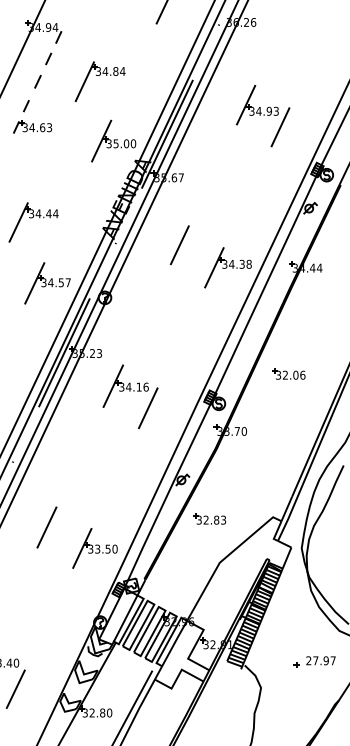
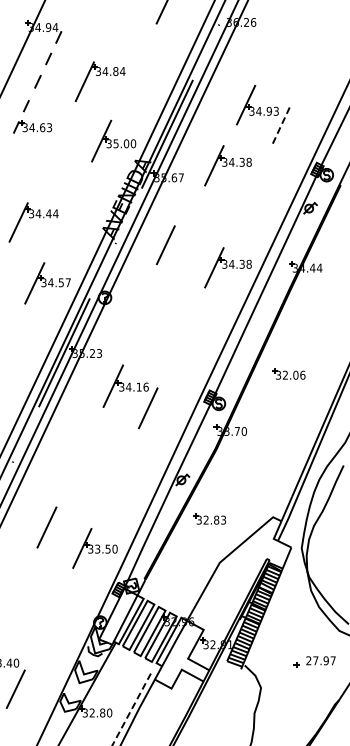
line at (280, 127): solid -> dashed
part at (227, 165): none -> present
line at (179, 245) position: (179, 245) -> (165, 245)
line at (132, 708): solid -> dashed
